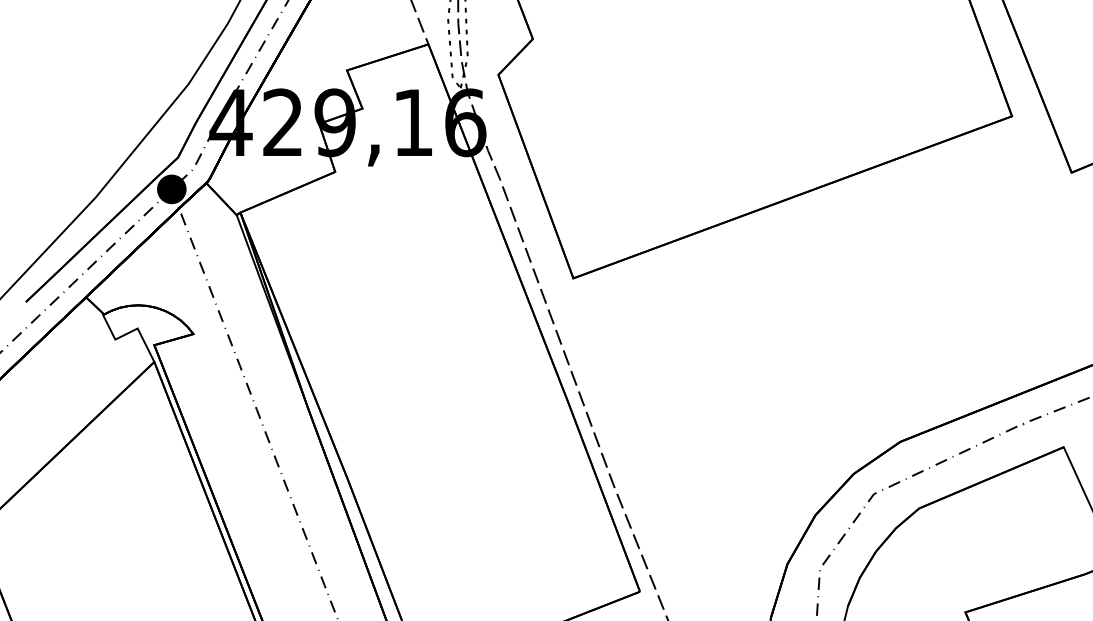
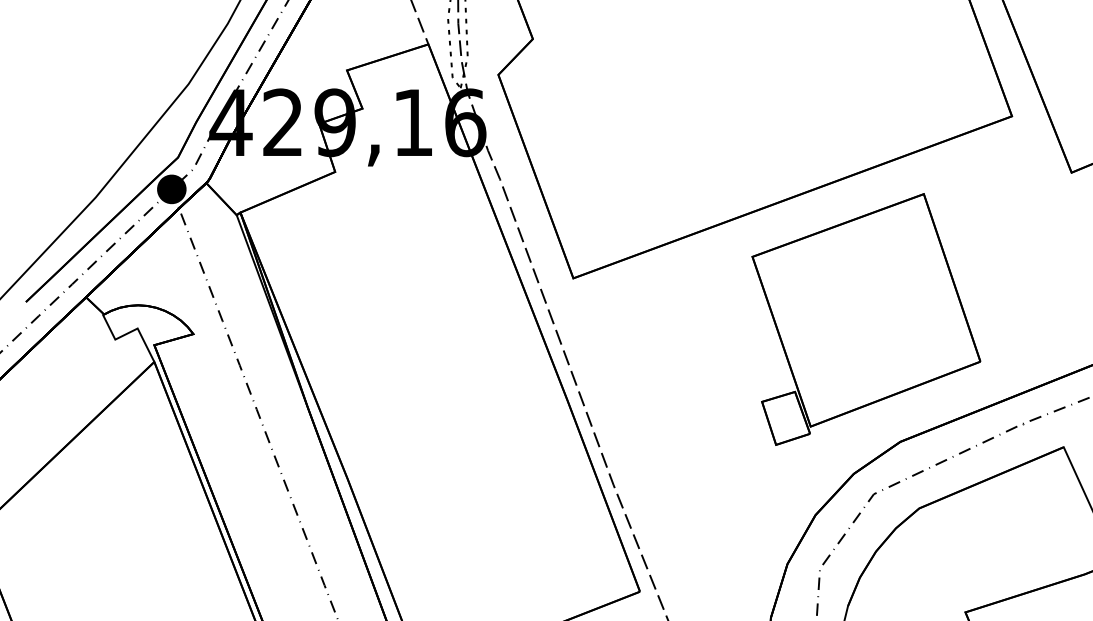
part at (866, 319): none -> present
